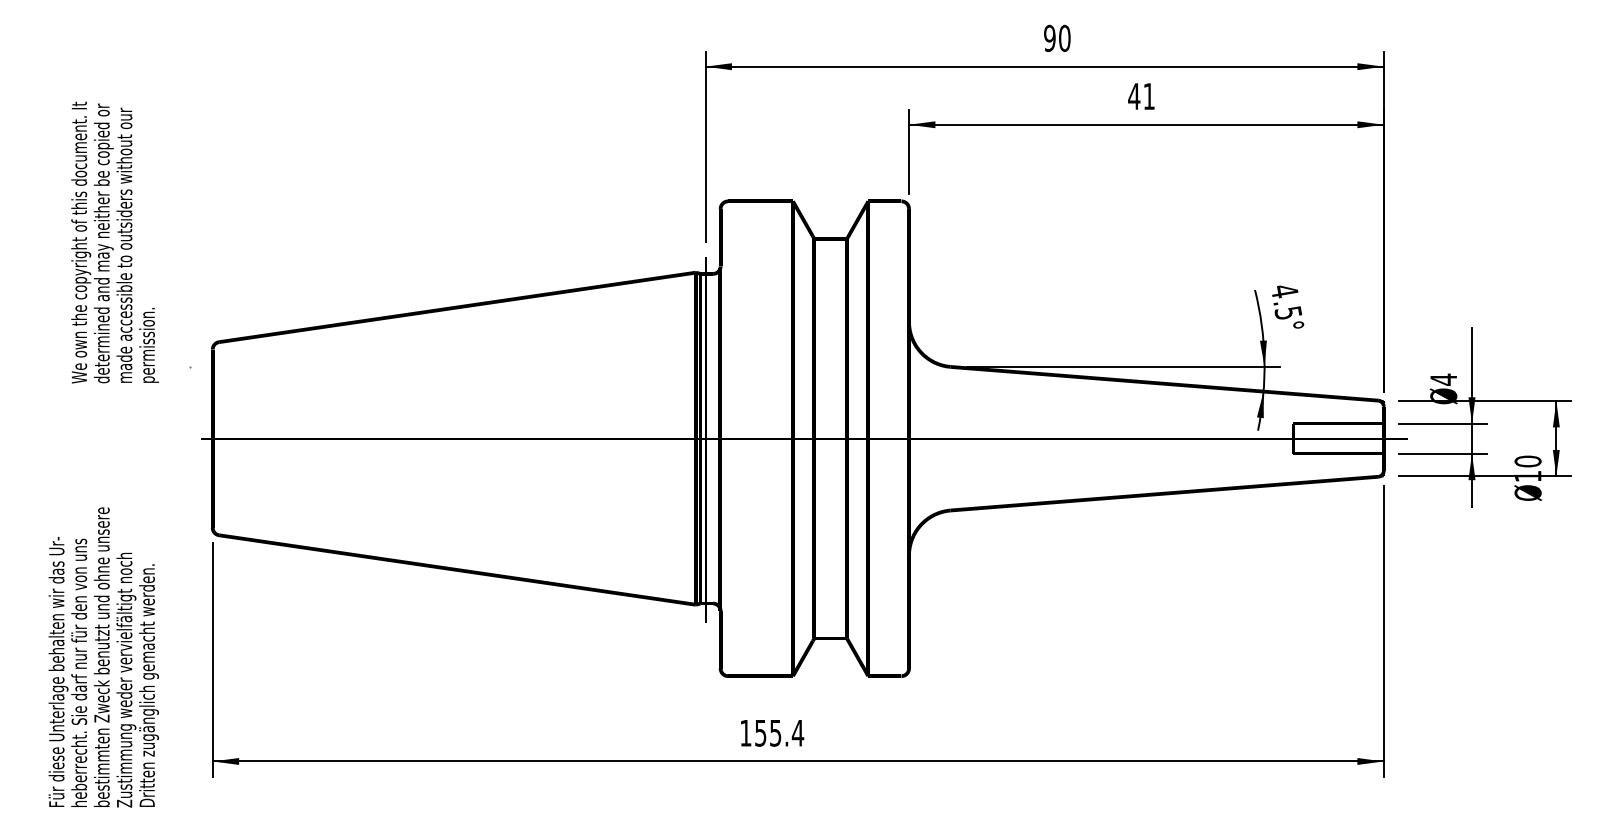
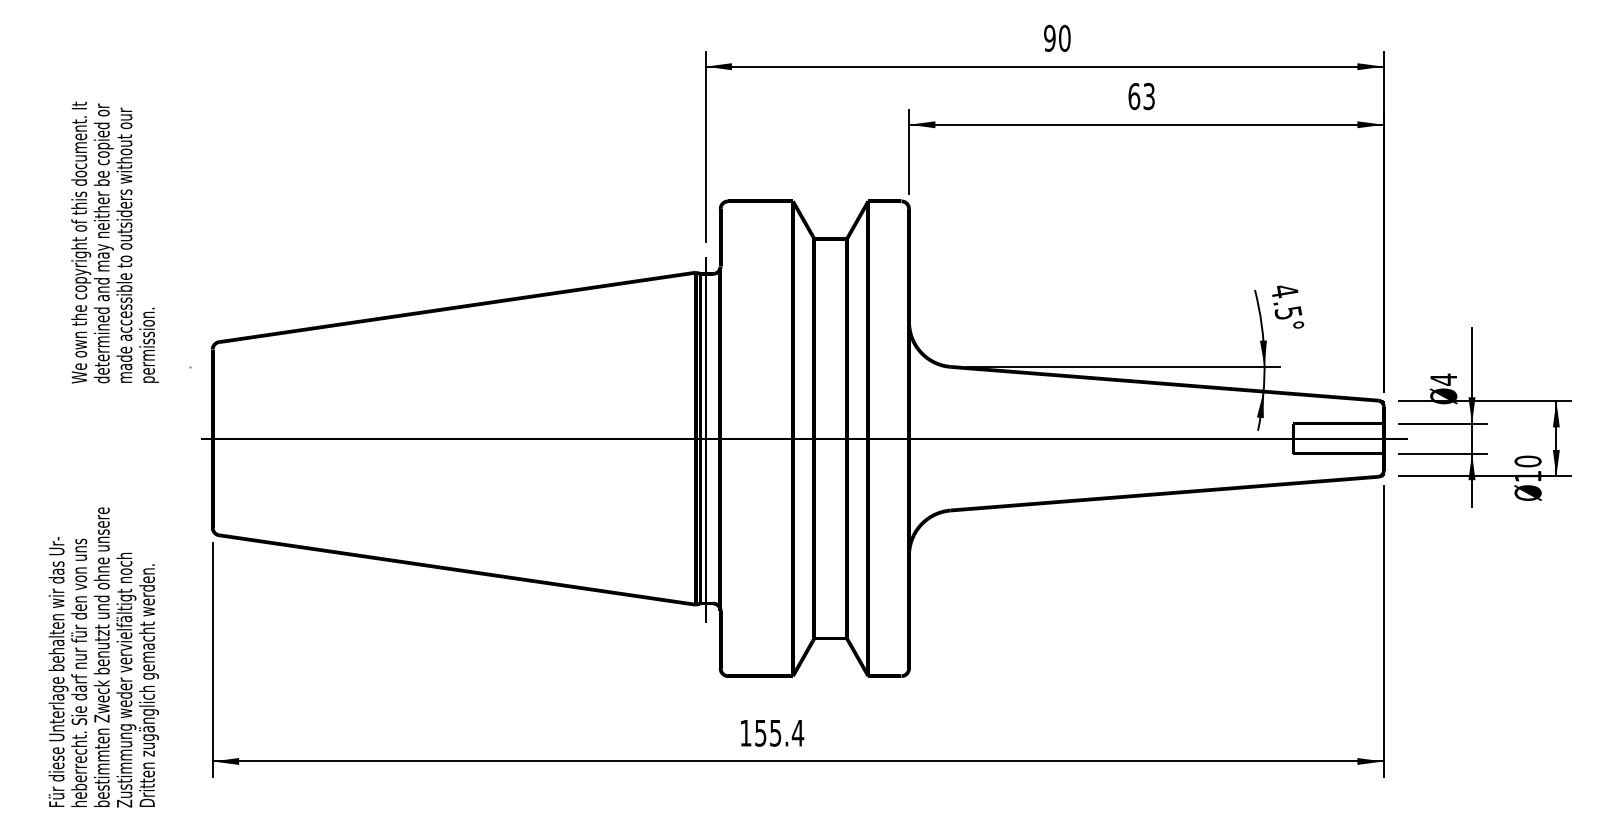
text at (1141, 96): 41 -> 63
